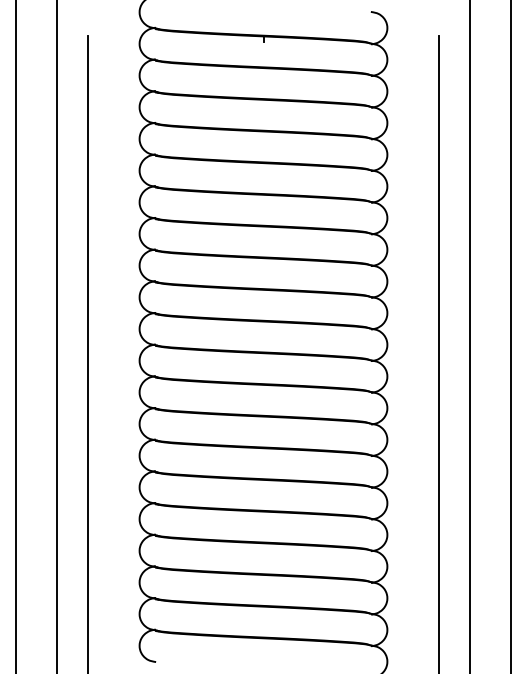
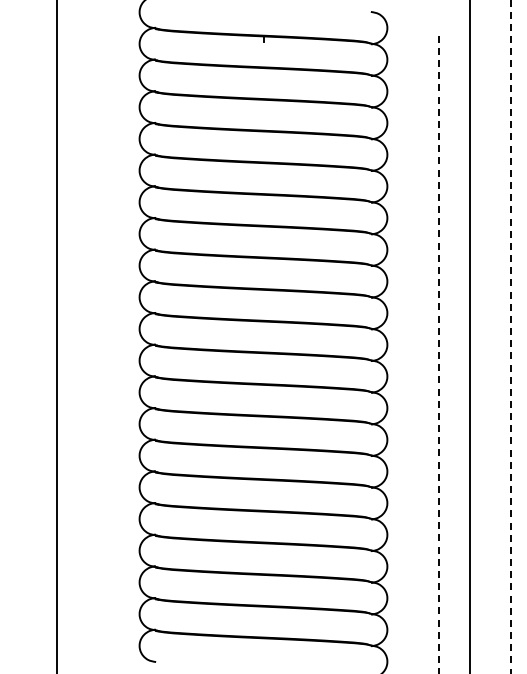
line at (15, 336): present -> none
line at (511, 336): solid -> dashed
line at (87, 352): present -> none
line at (439, 354): solid -> dashed
